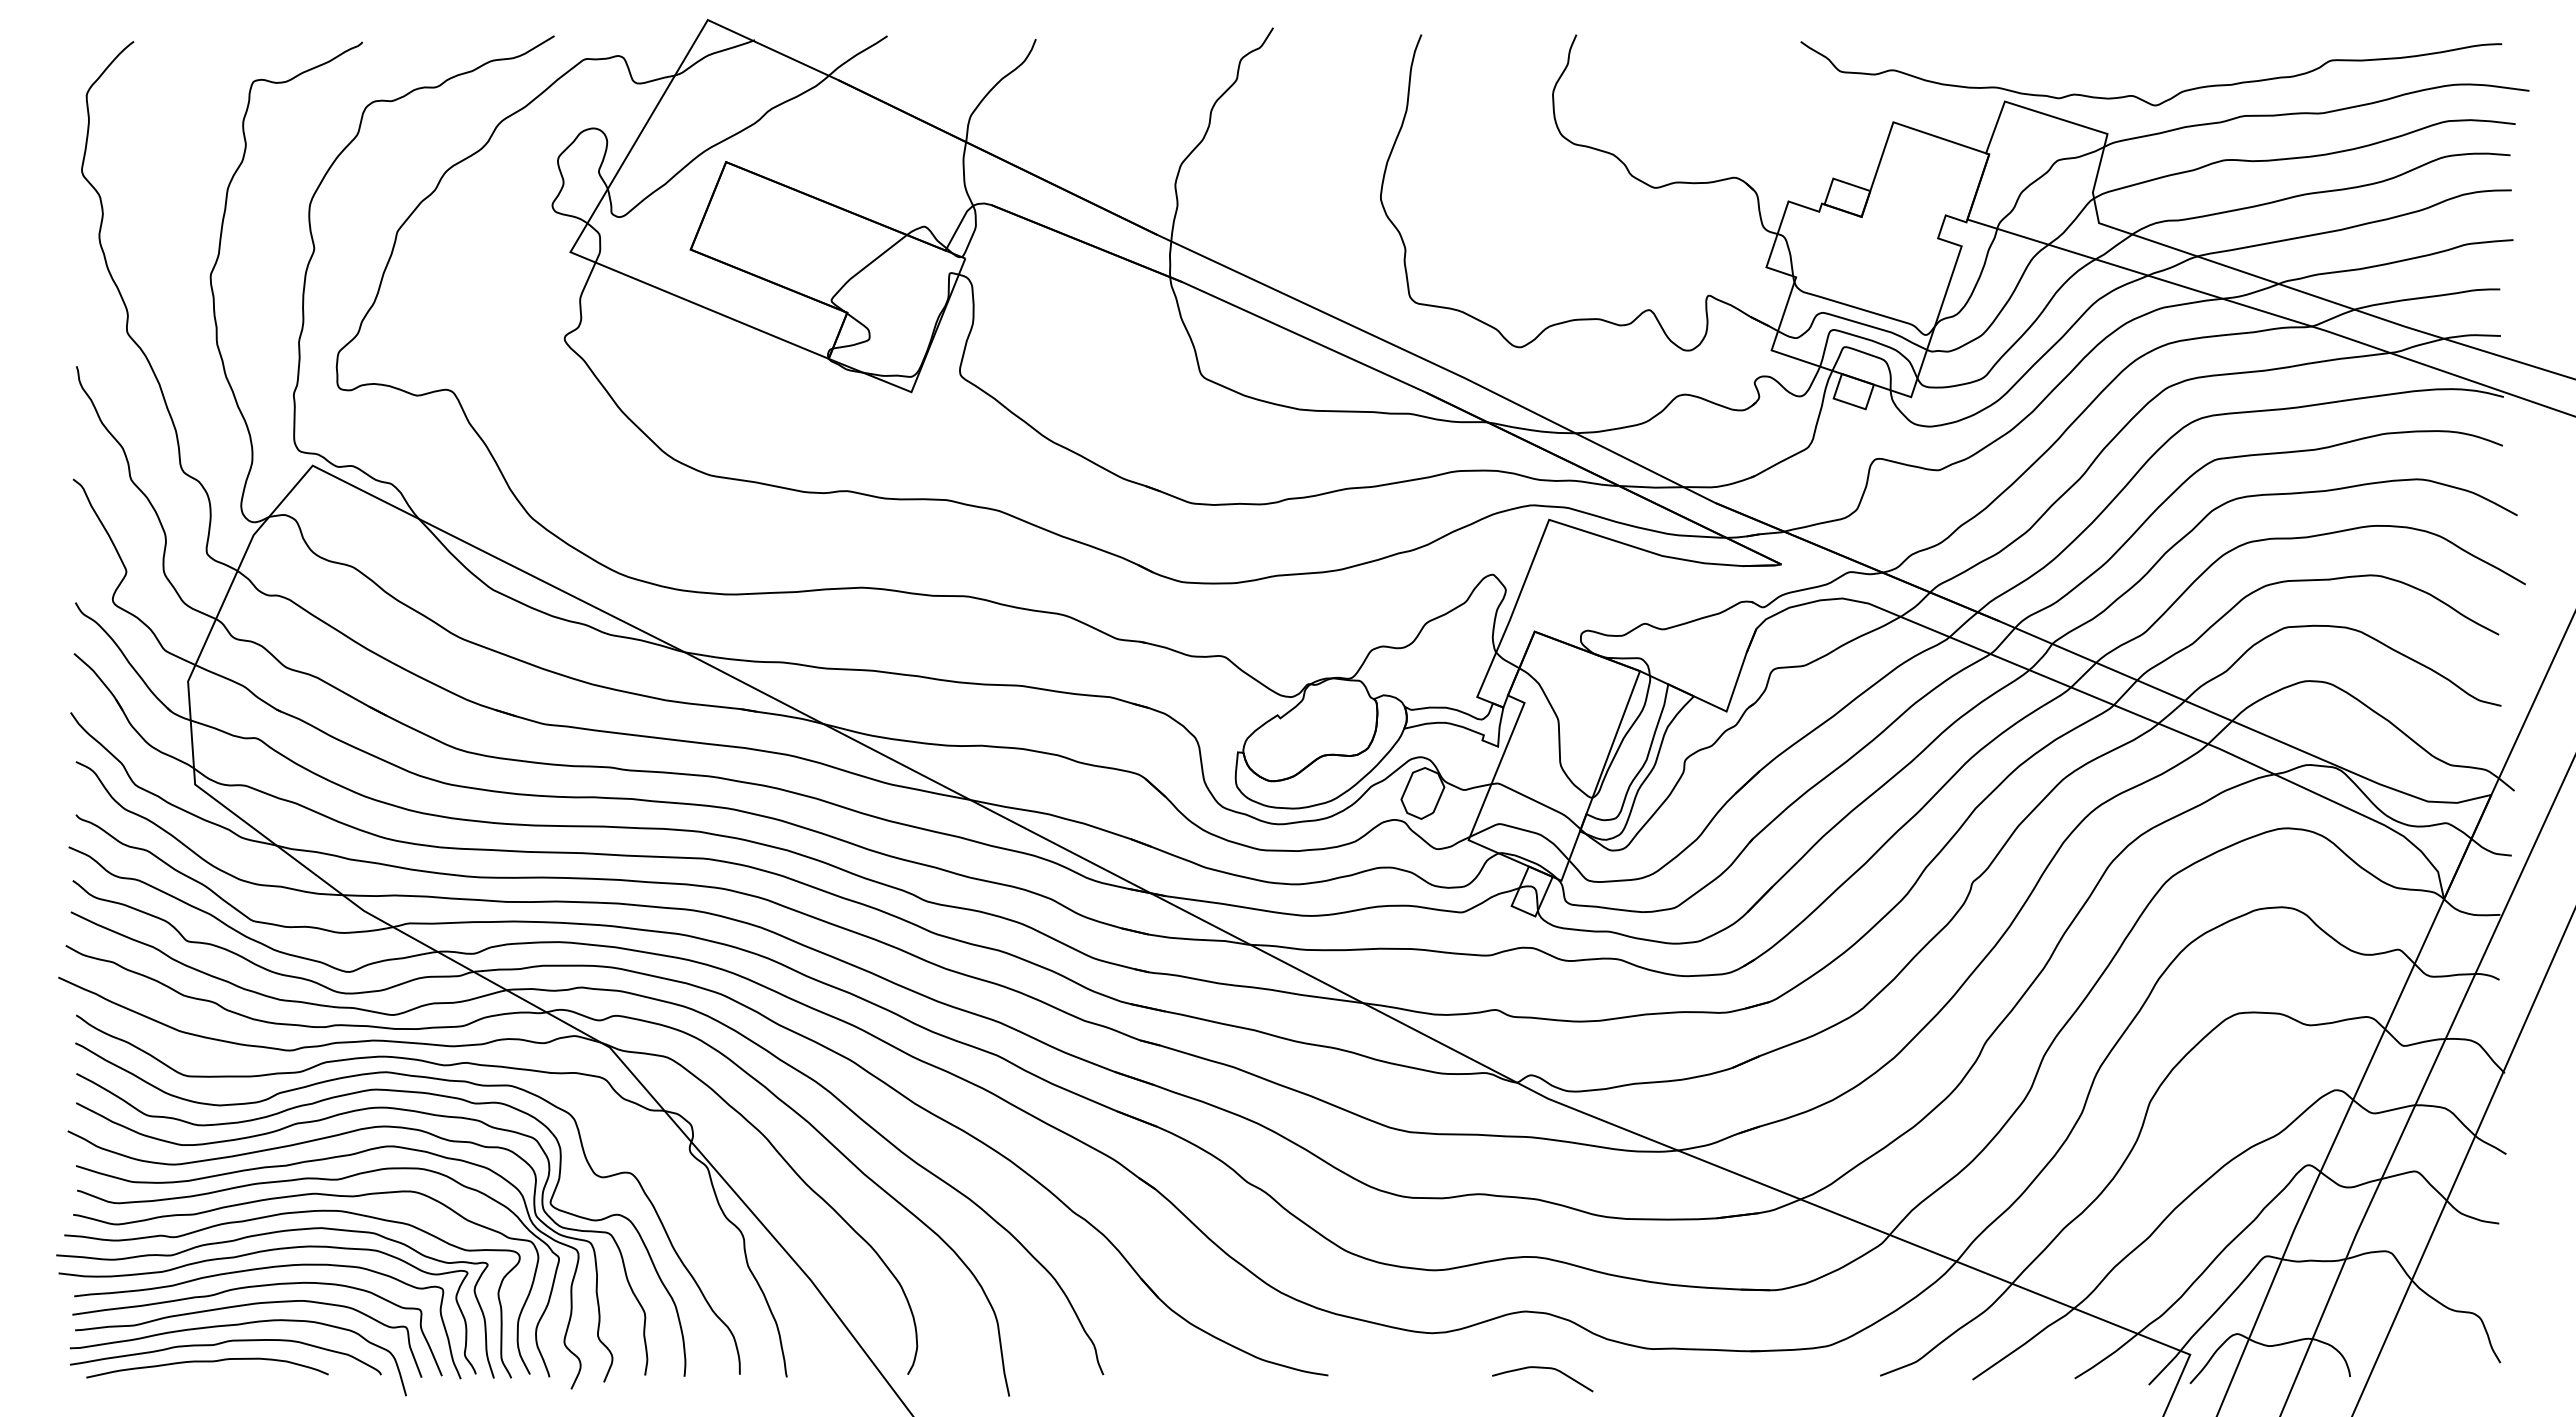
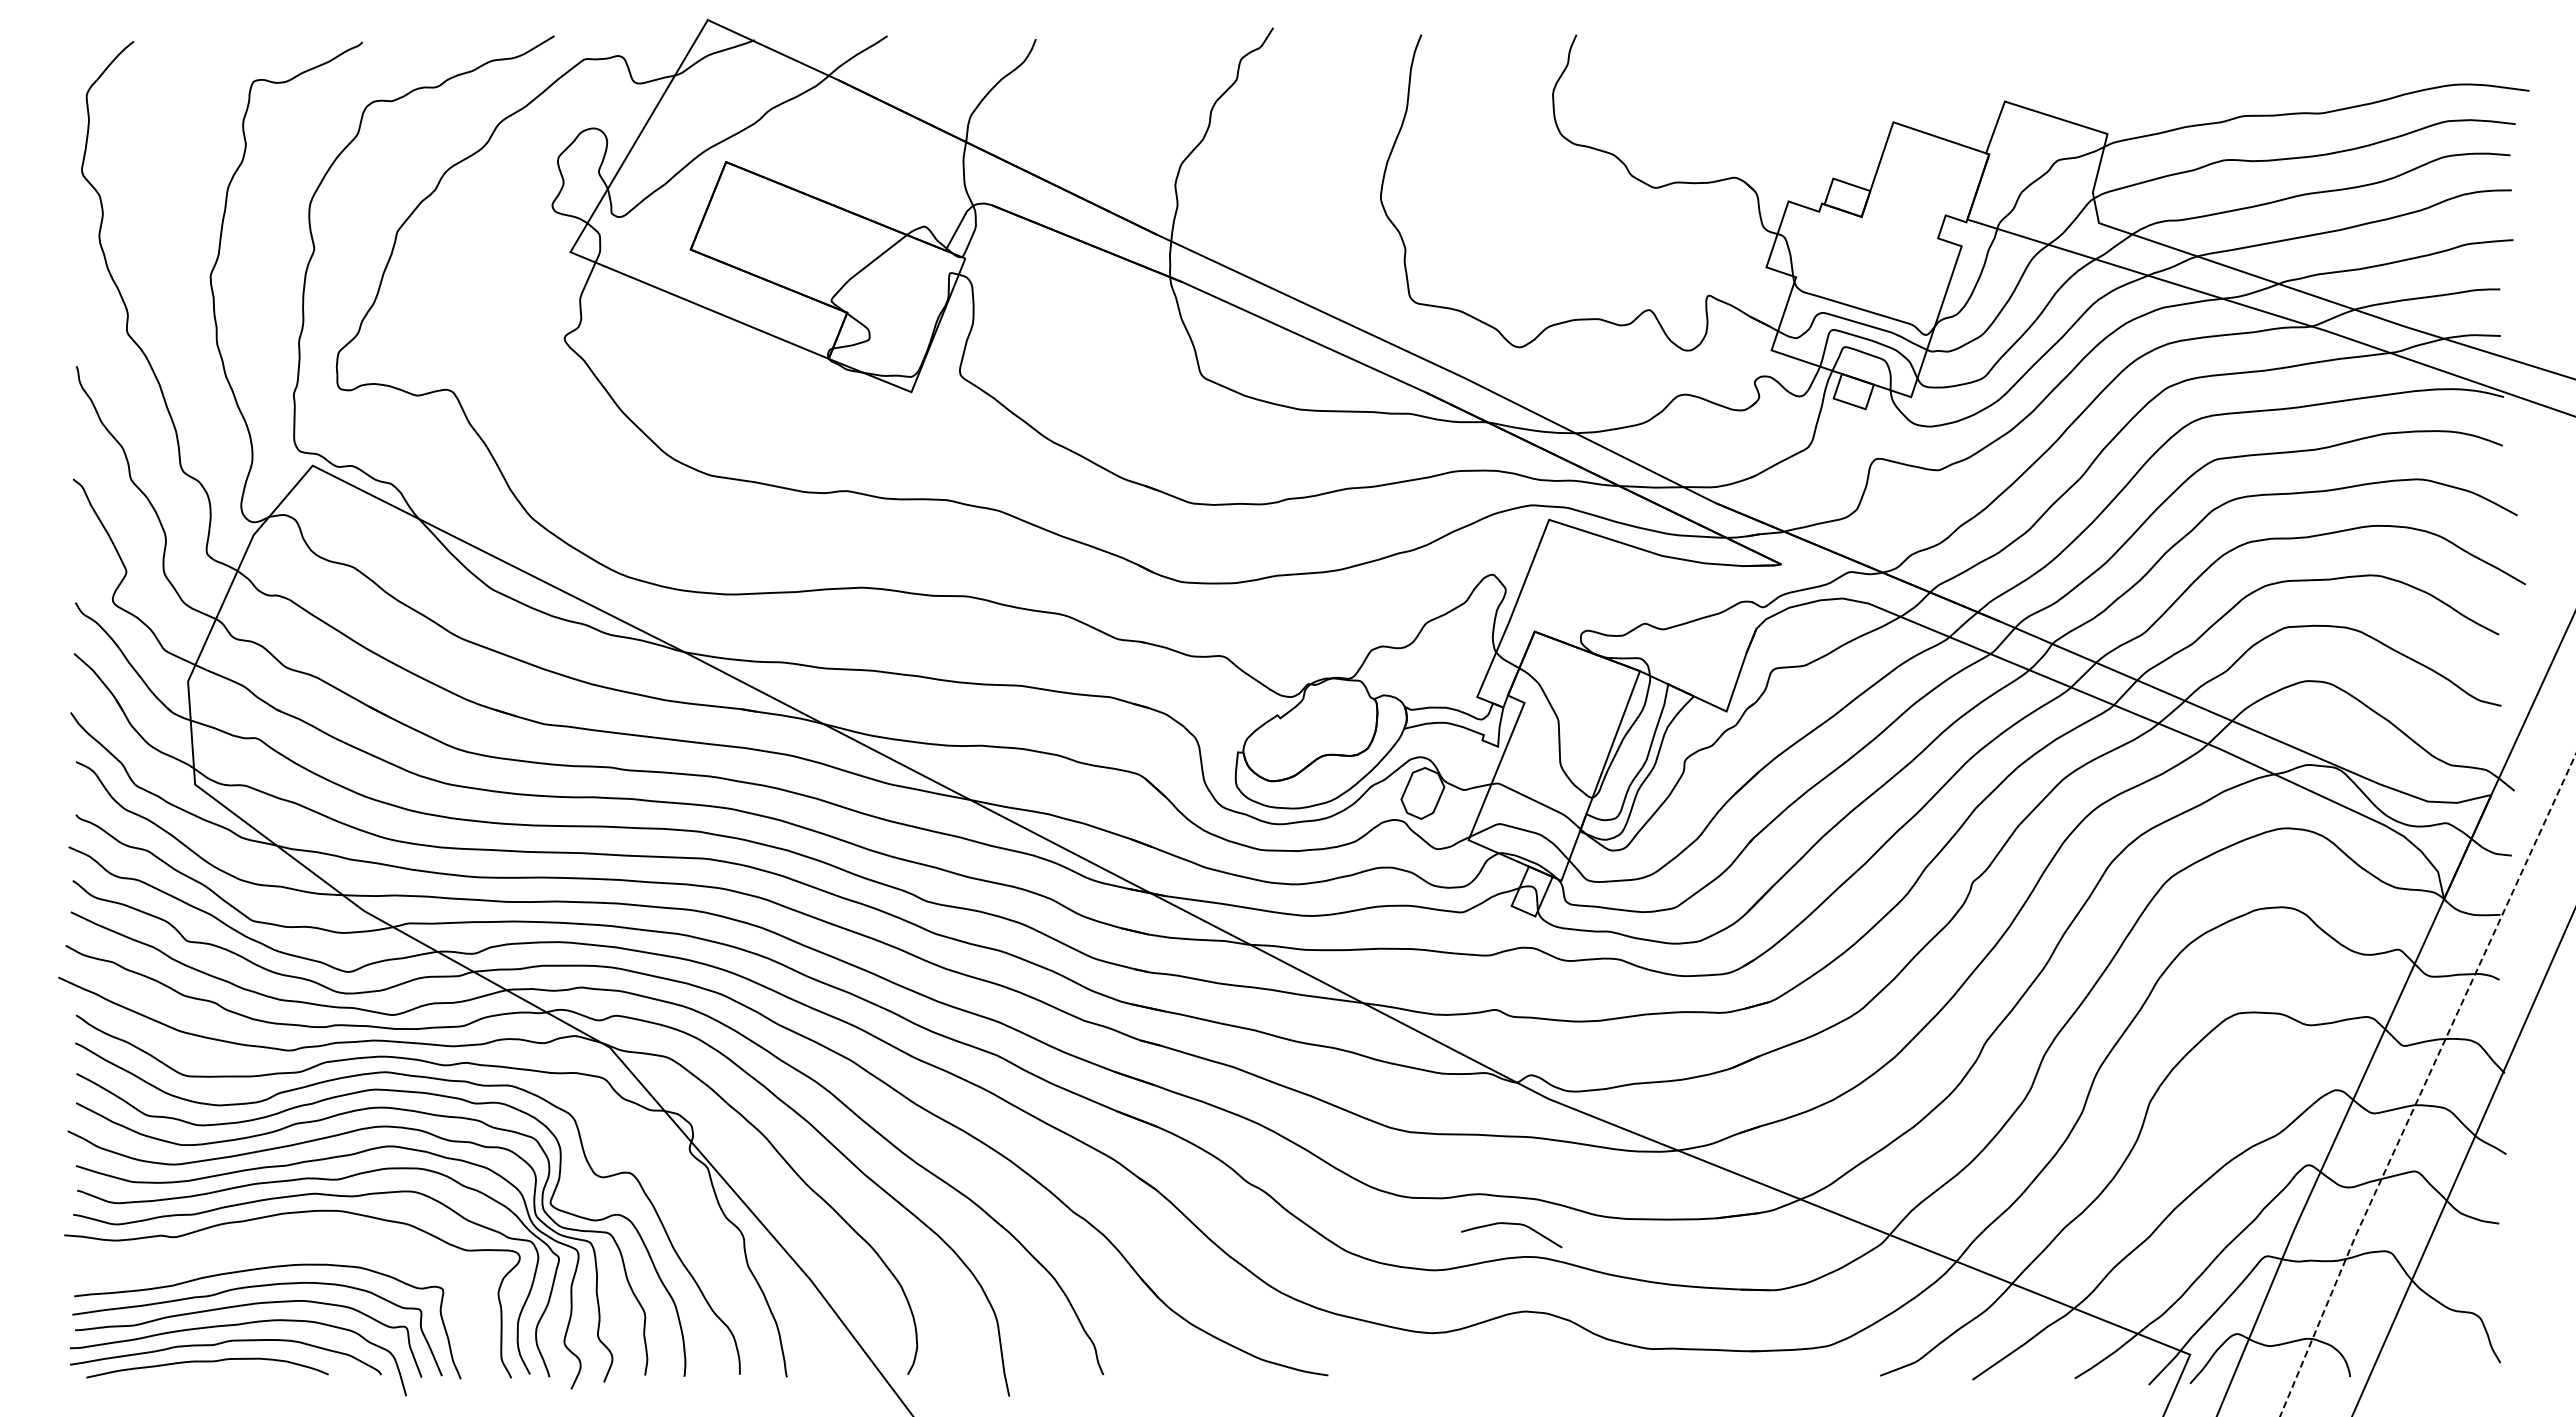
curve at (2139, 97): present -> none
line at (2424, 1085): solid -> dashed
part at (269, 1251): present -> none
curve at (1542, 1368) position: (1542, 1368) -> (1511, 1224)
